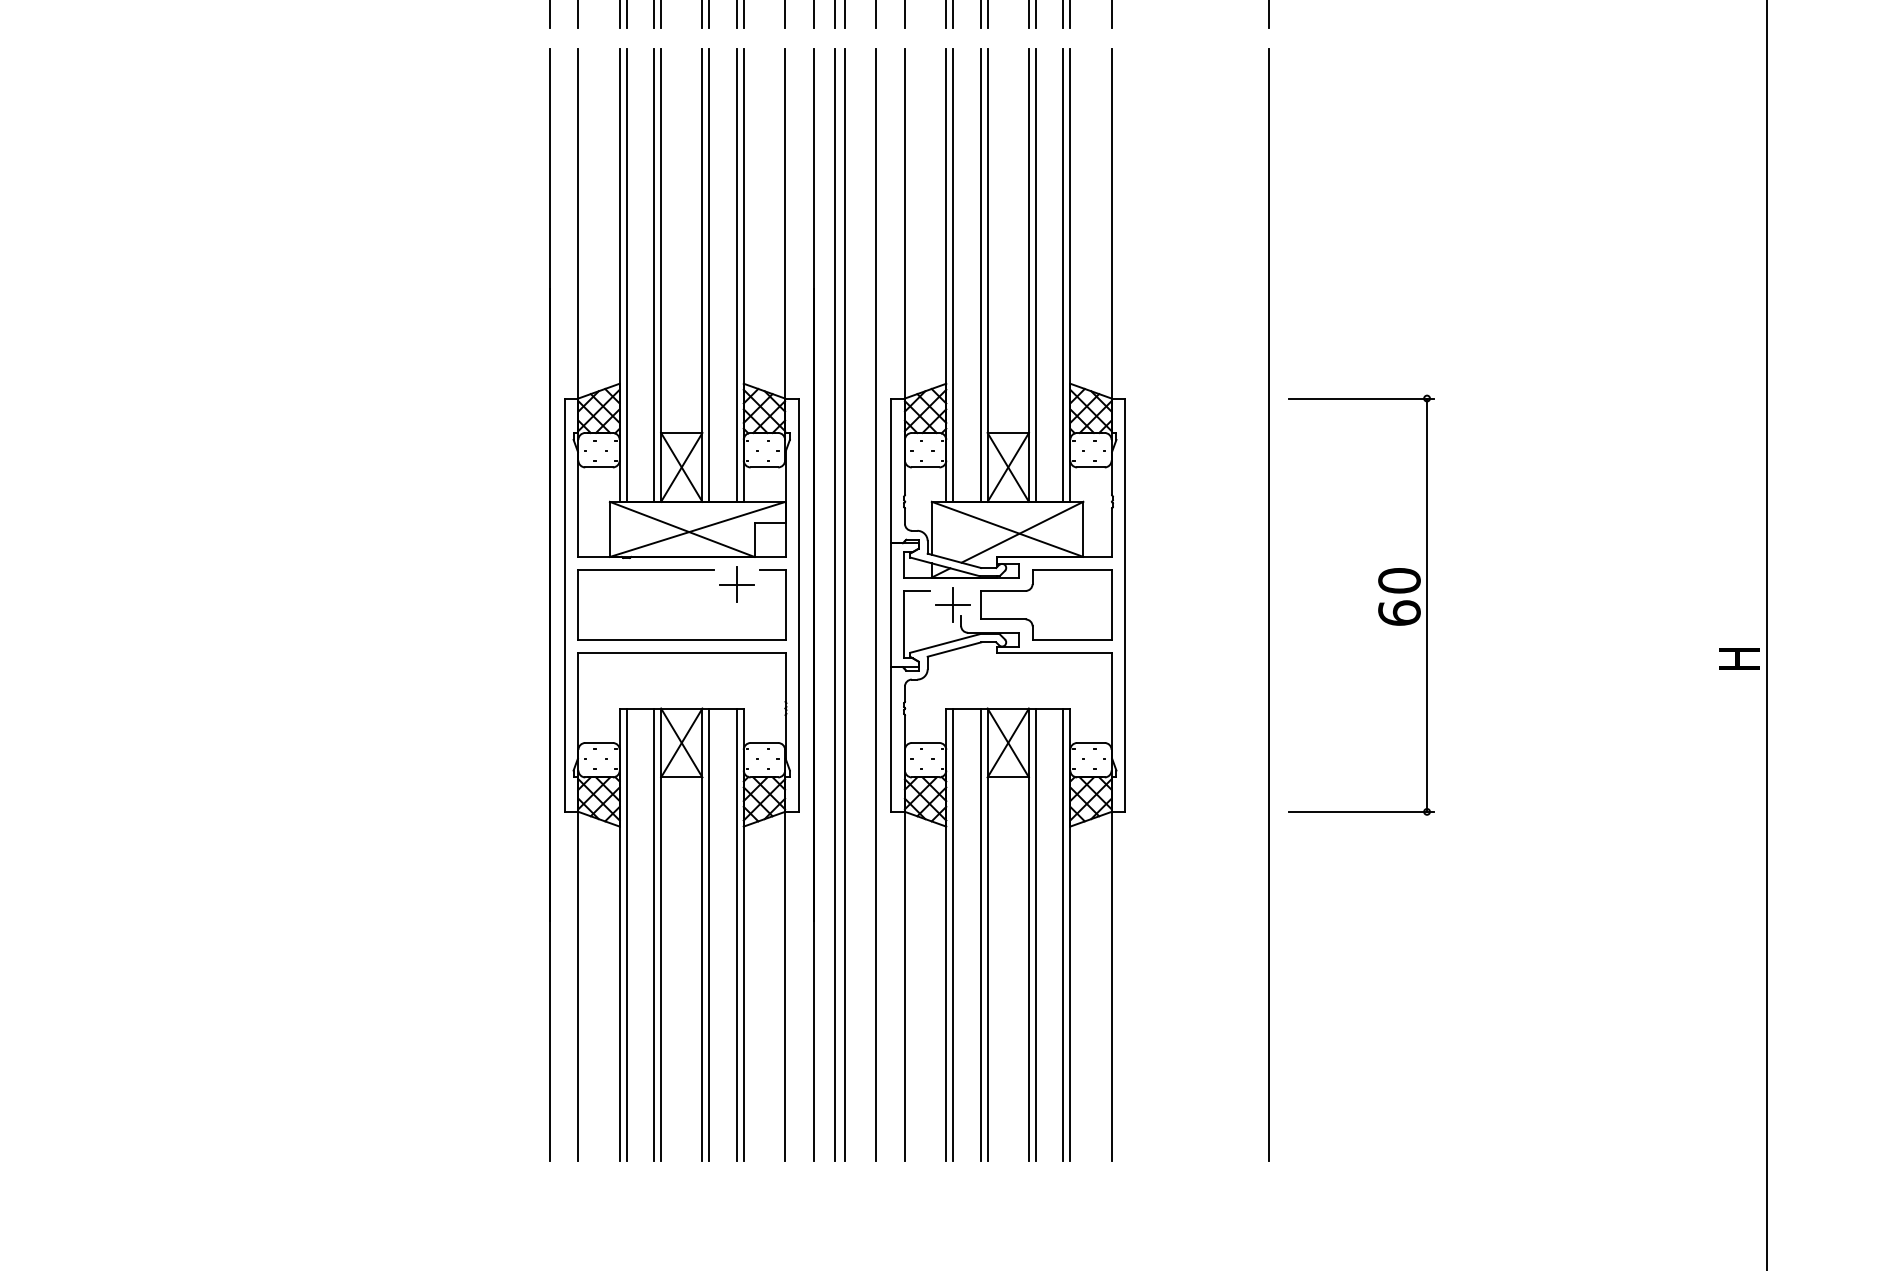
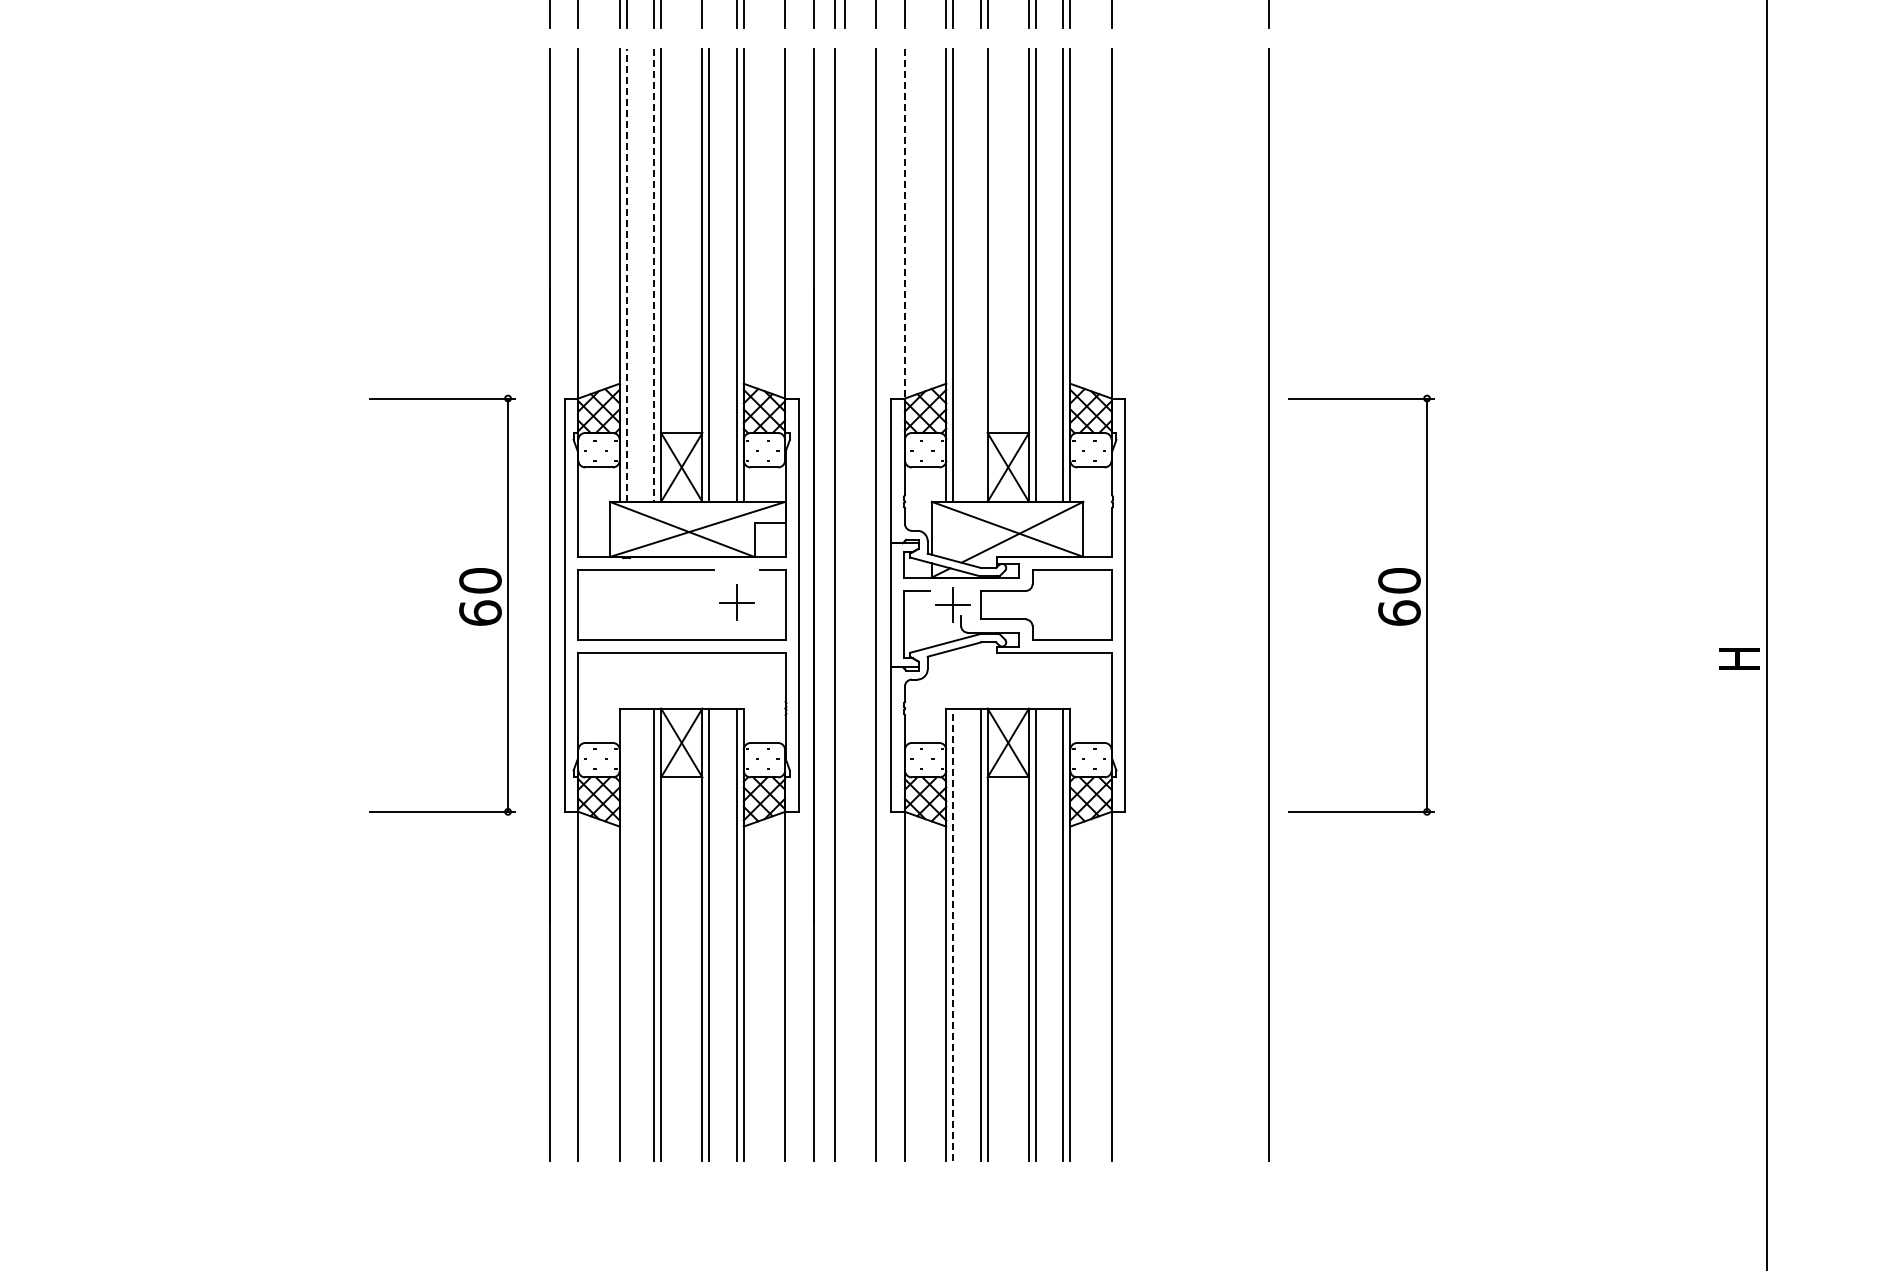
line at (709, 15): present -> none
line at (904, 225): solid -> dashed
line at (626, 274): solid -> dashed
line at (980, 274): present -> none
line at (654, 275): solid -> dashed
part at (736, 584) position: (736, 584) -> (736, 602)
line at (845, 604): present -> none
part at (459, 605): none -> present
line at (626, 934): present -> none
line at (953, 934): solid -> dashed
